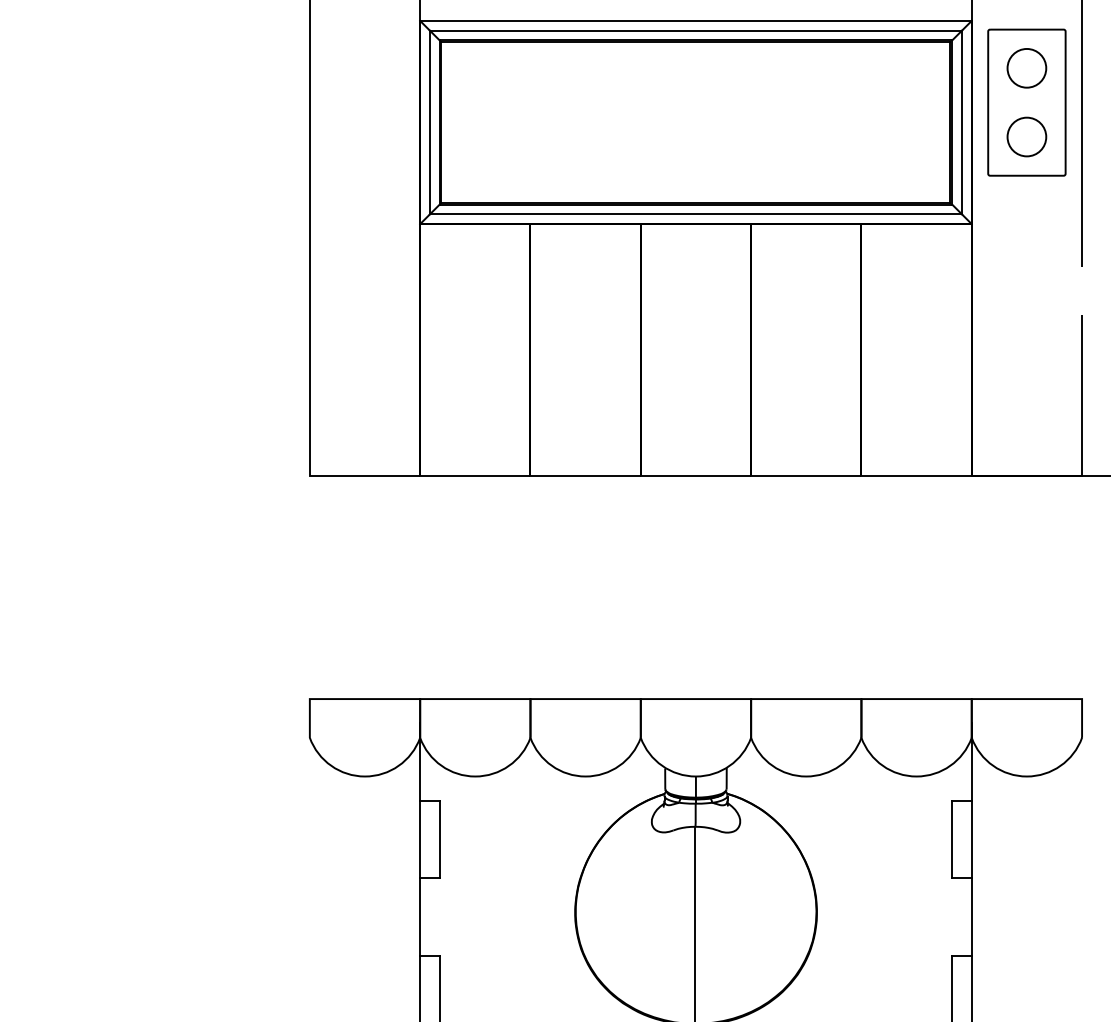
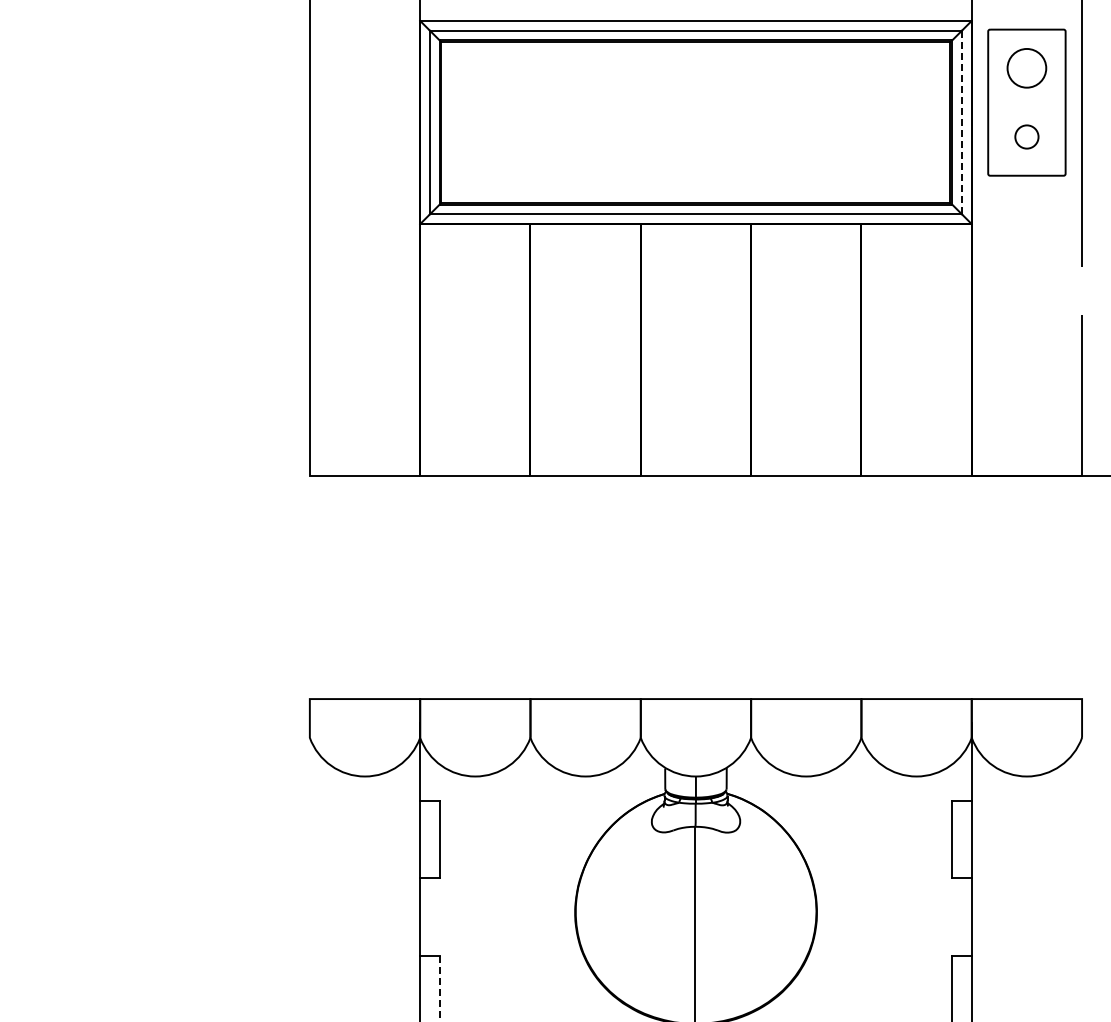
line at (962, 122): solid -> dashed
circle at (1026, 136) size: 42x42 px -> 26x26 px
line at (439, 988): solid -> dashed
